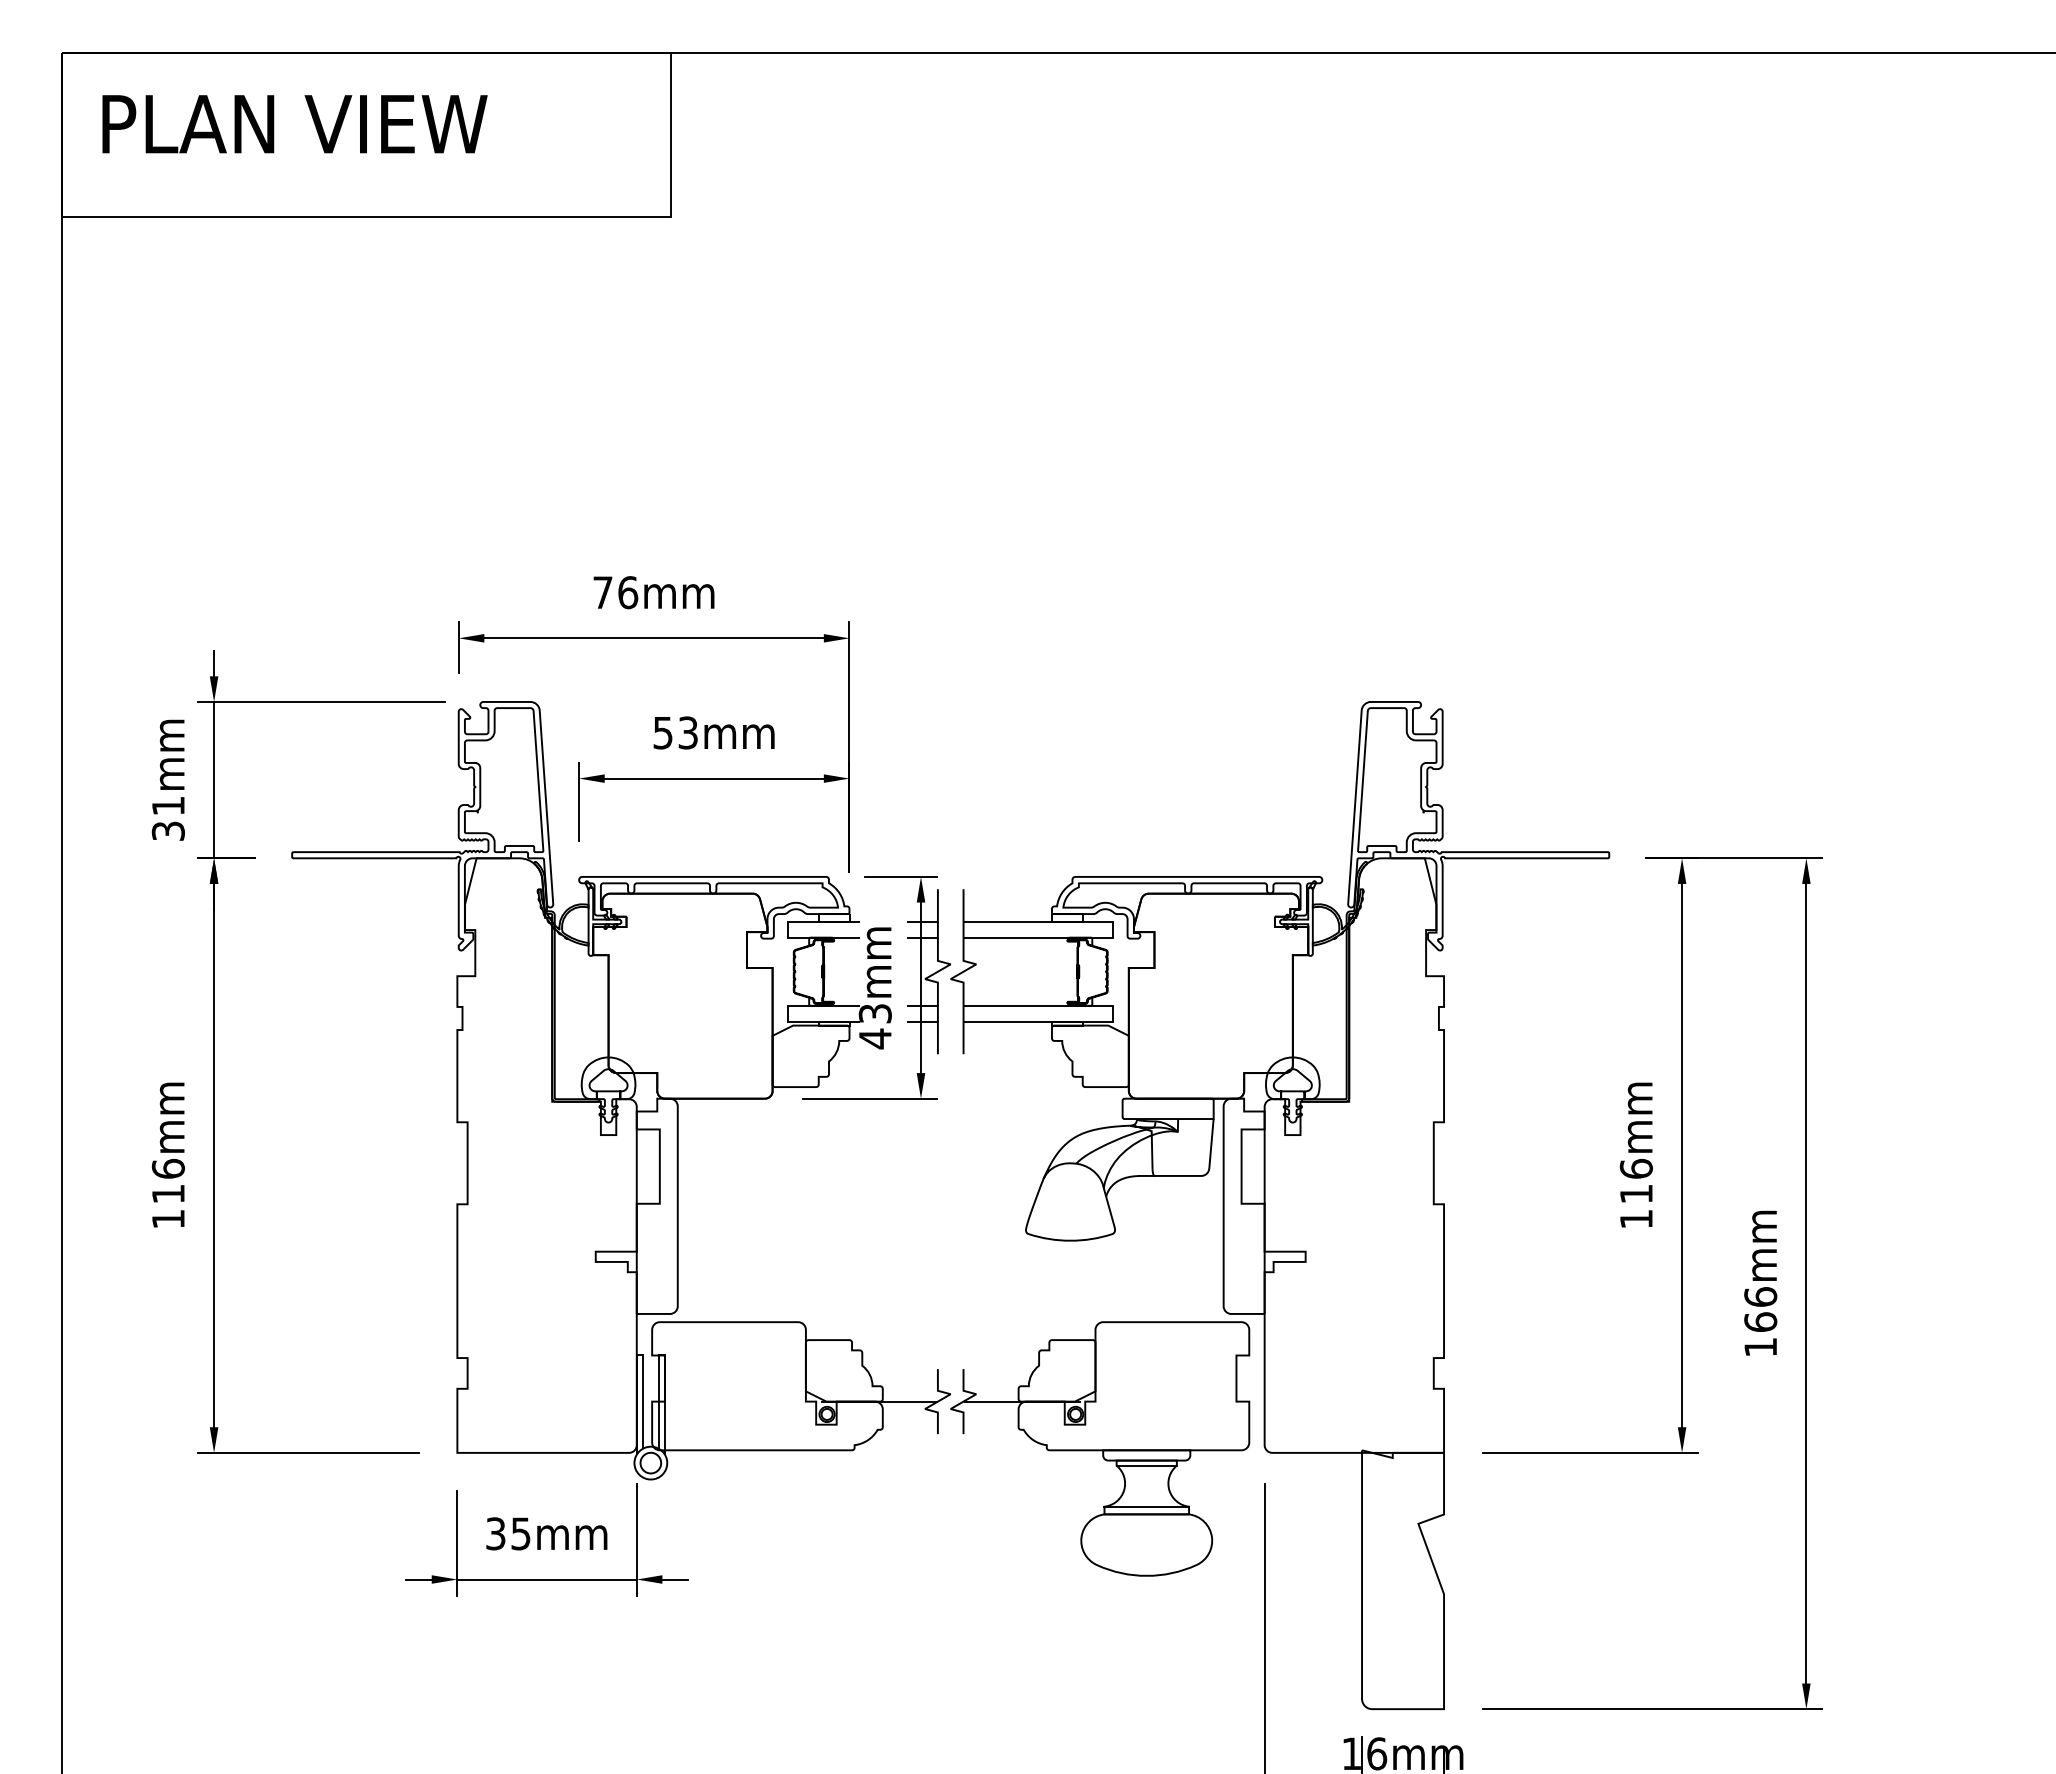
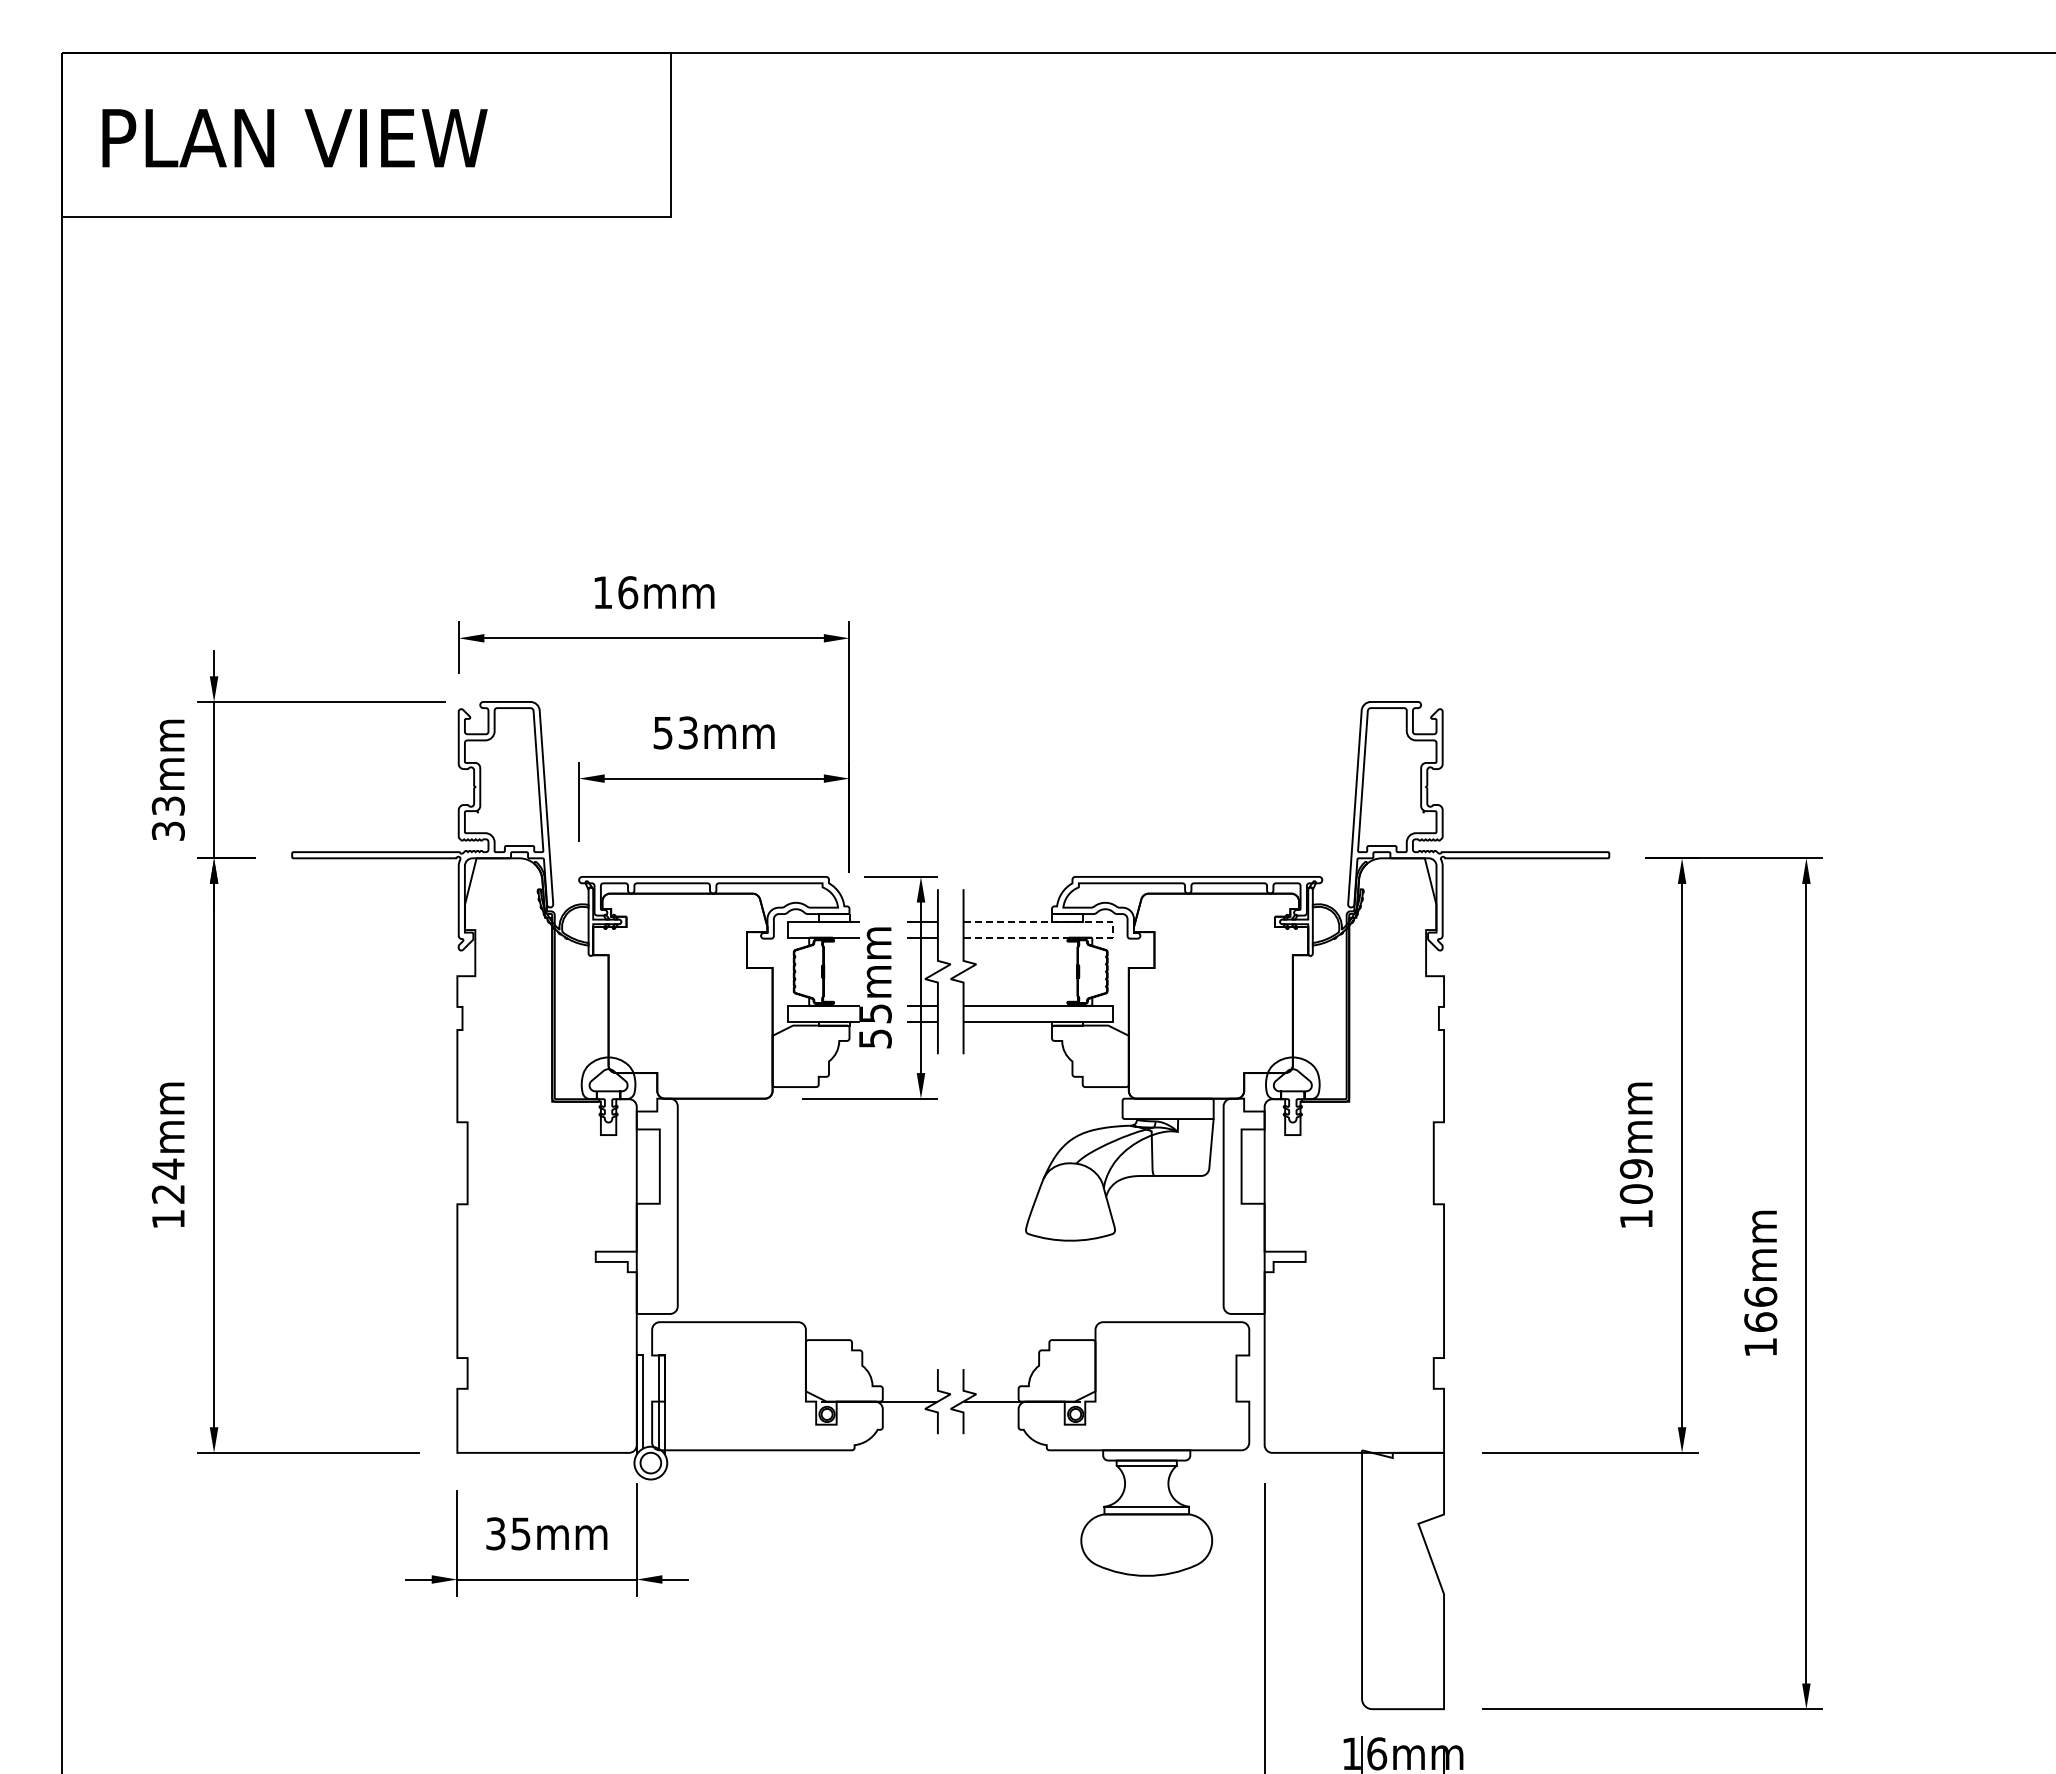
text at (294, 124) position: (294, 124) -> (294, 138)
text at (602, 592): 76mm -> 16mm
text at (167, 805): 31mm -> 33mm
line at (1113, 929): solid -> dashed
text at (874, 1026): 43mm -> 55mm
text at (167, 1180): 116mm -> 124mm
text at (1635, 1180): 116mm -> 109mm
